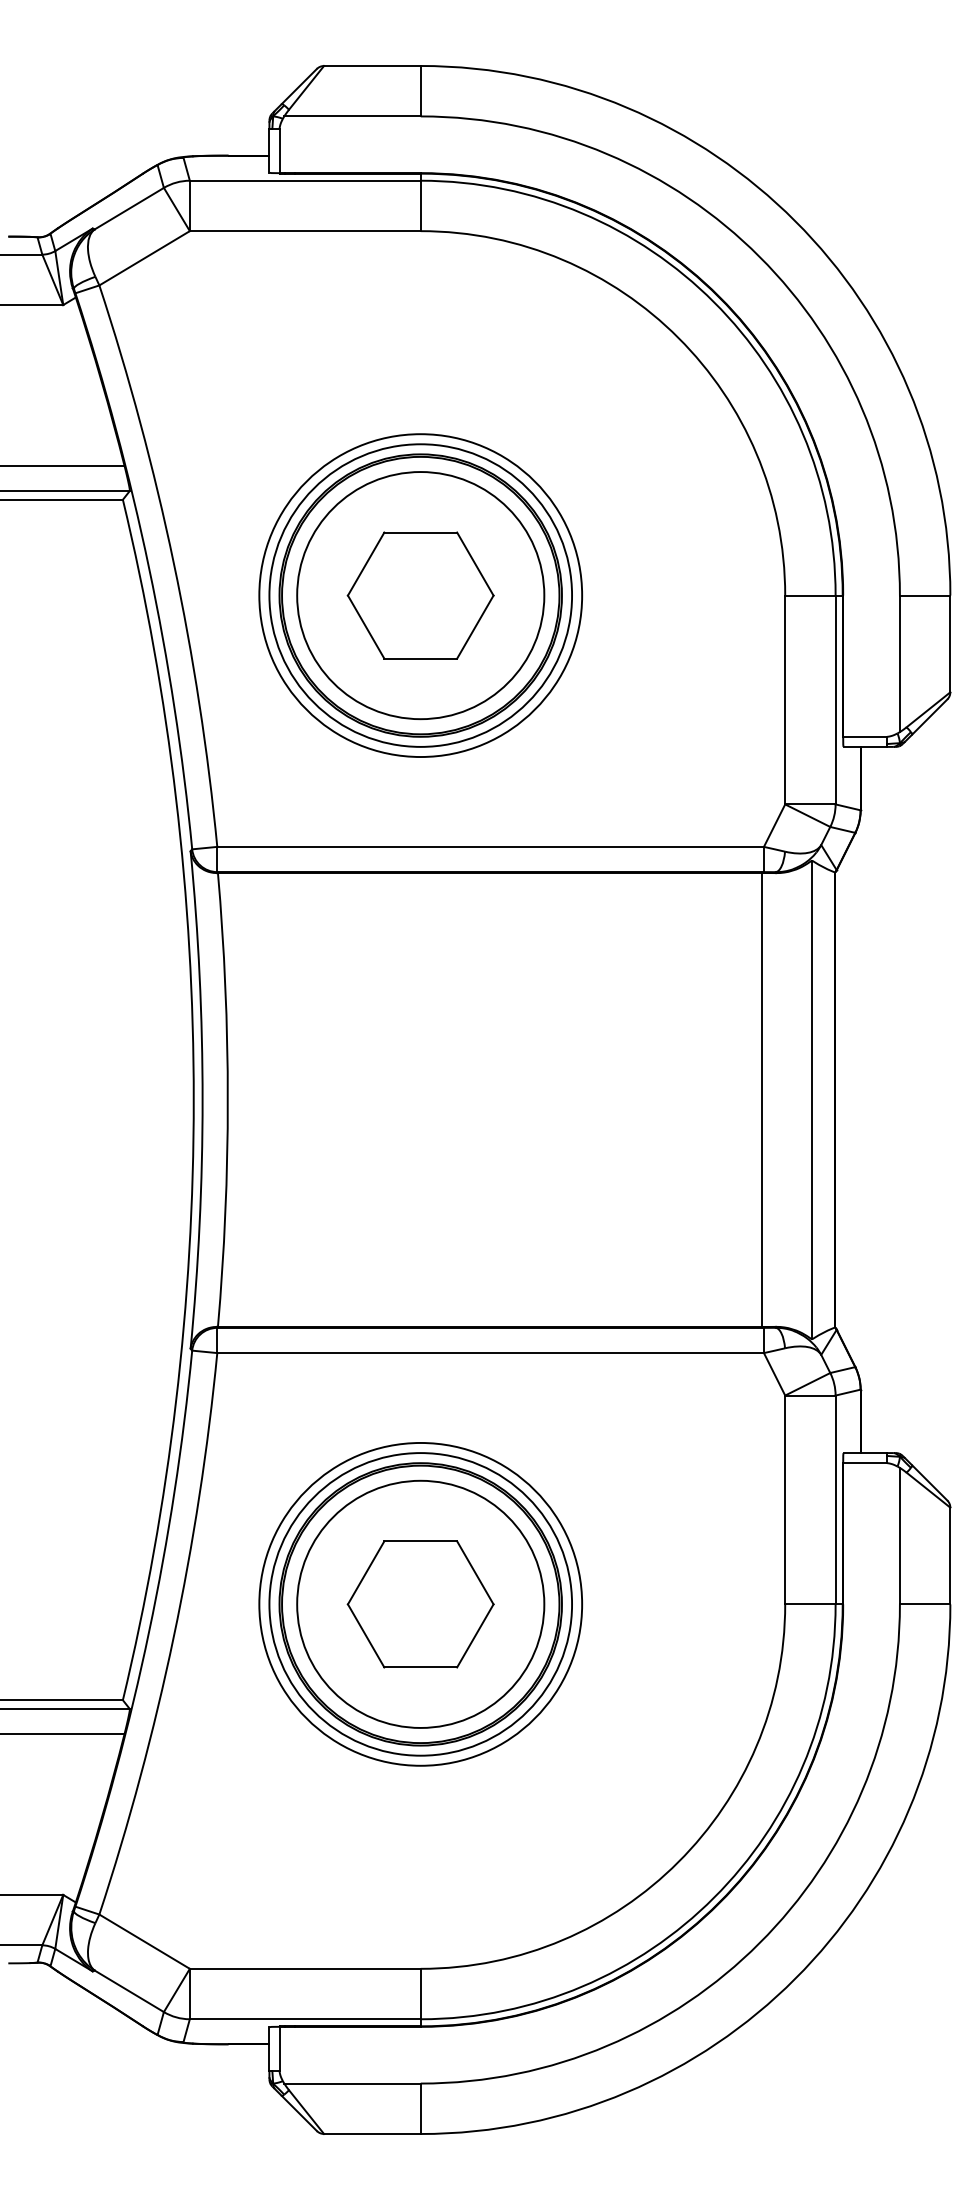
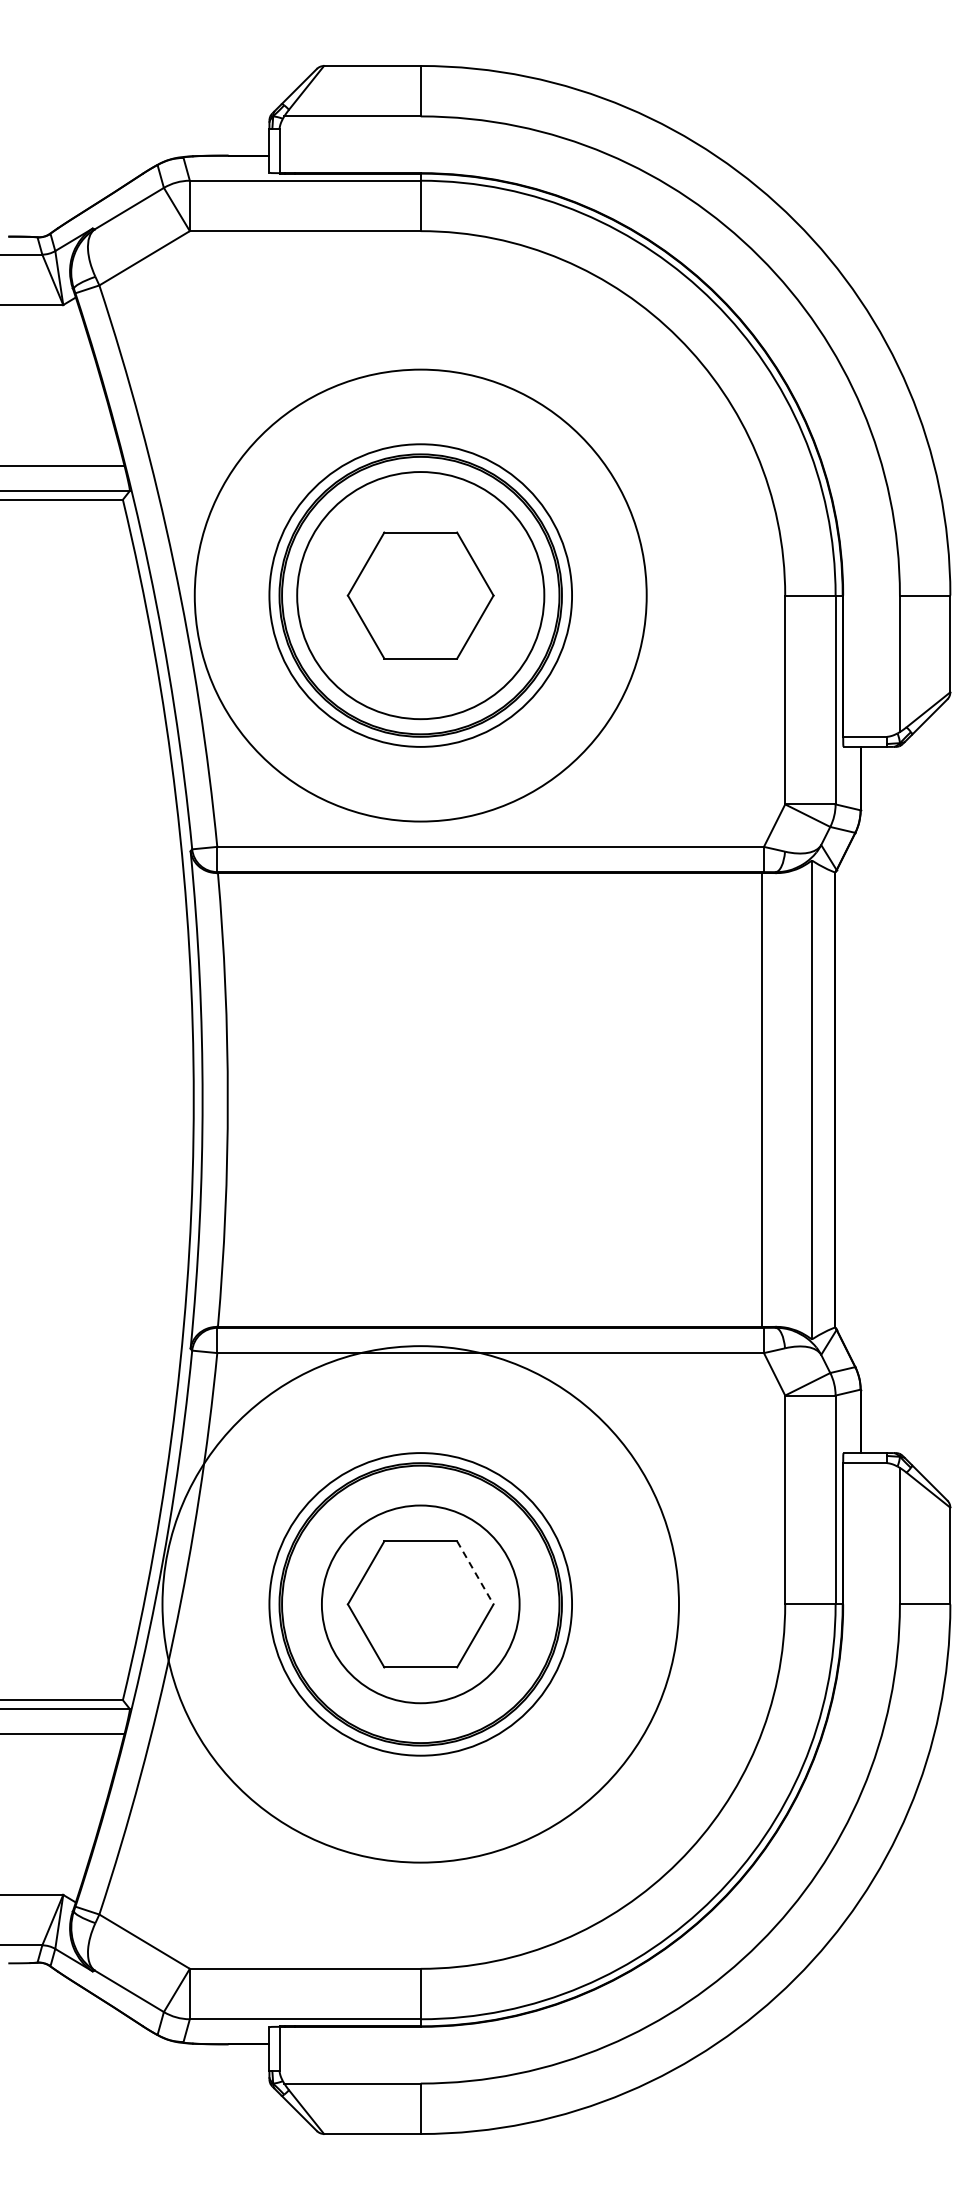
circle at (420, 595) diameter: 323 px -> 452 px
line at (475, 1573): solid -> dashed
circle at (420, 1603) diameter: 247 px -> 198 px
circle at (420, 1603) diameter: 323 px -> 516 px
